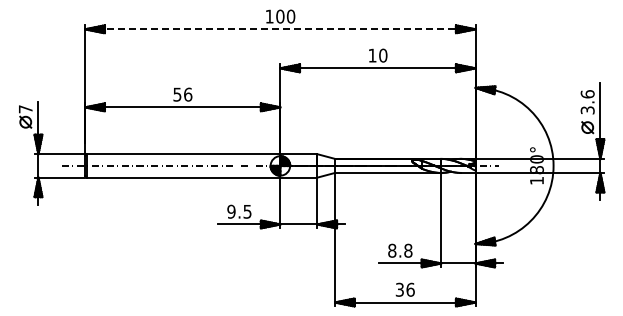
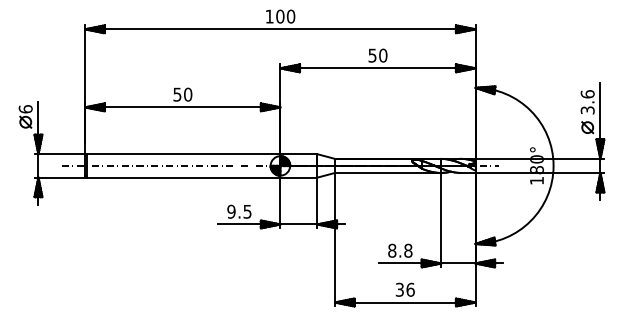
line at (280, 29): dashed -> solid
text at (372, 55): 10 -> 50
text at (188, 94): 56 -> 50
text at (25, 109): 7 -> 6
